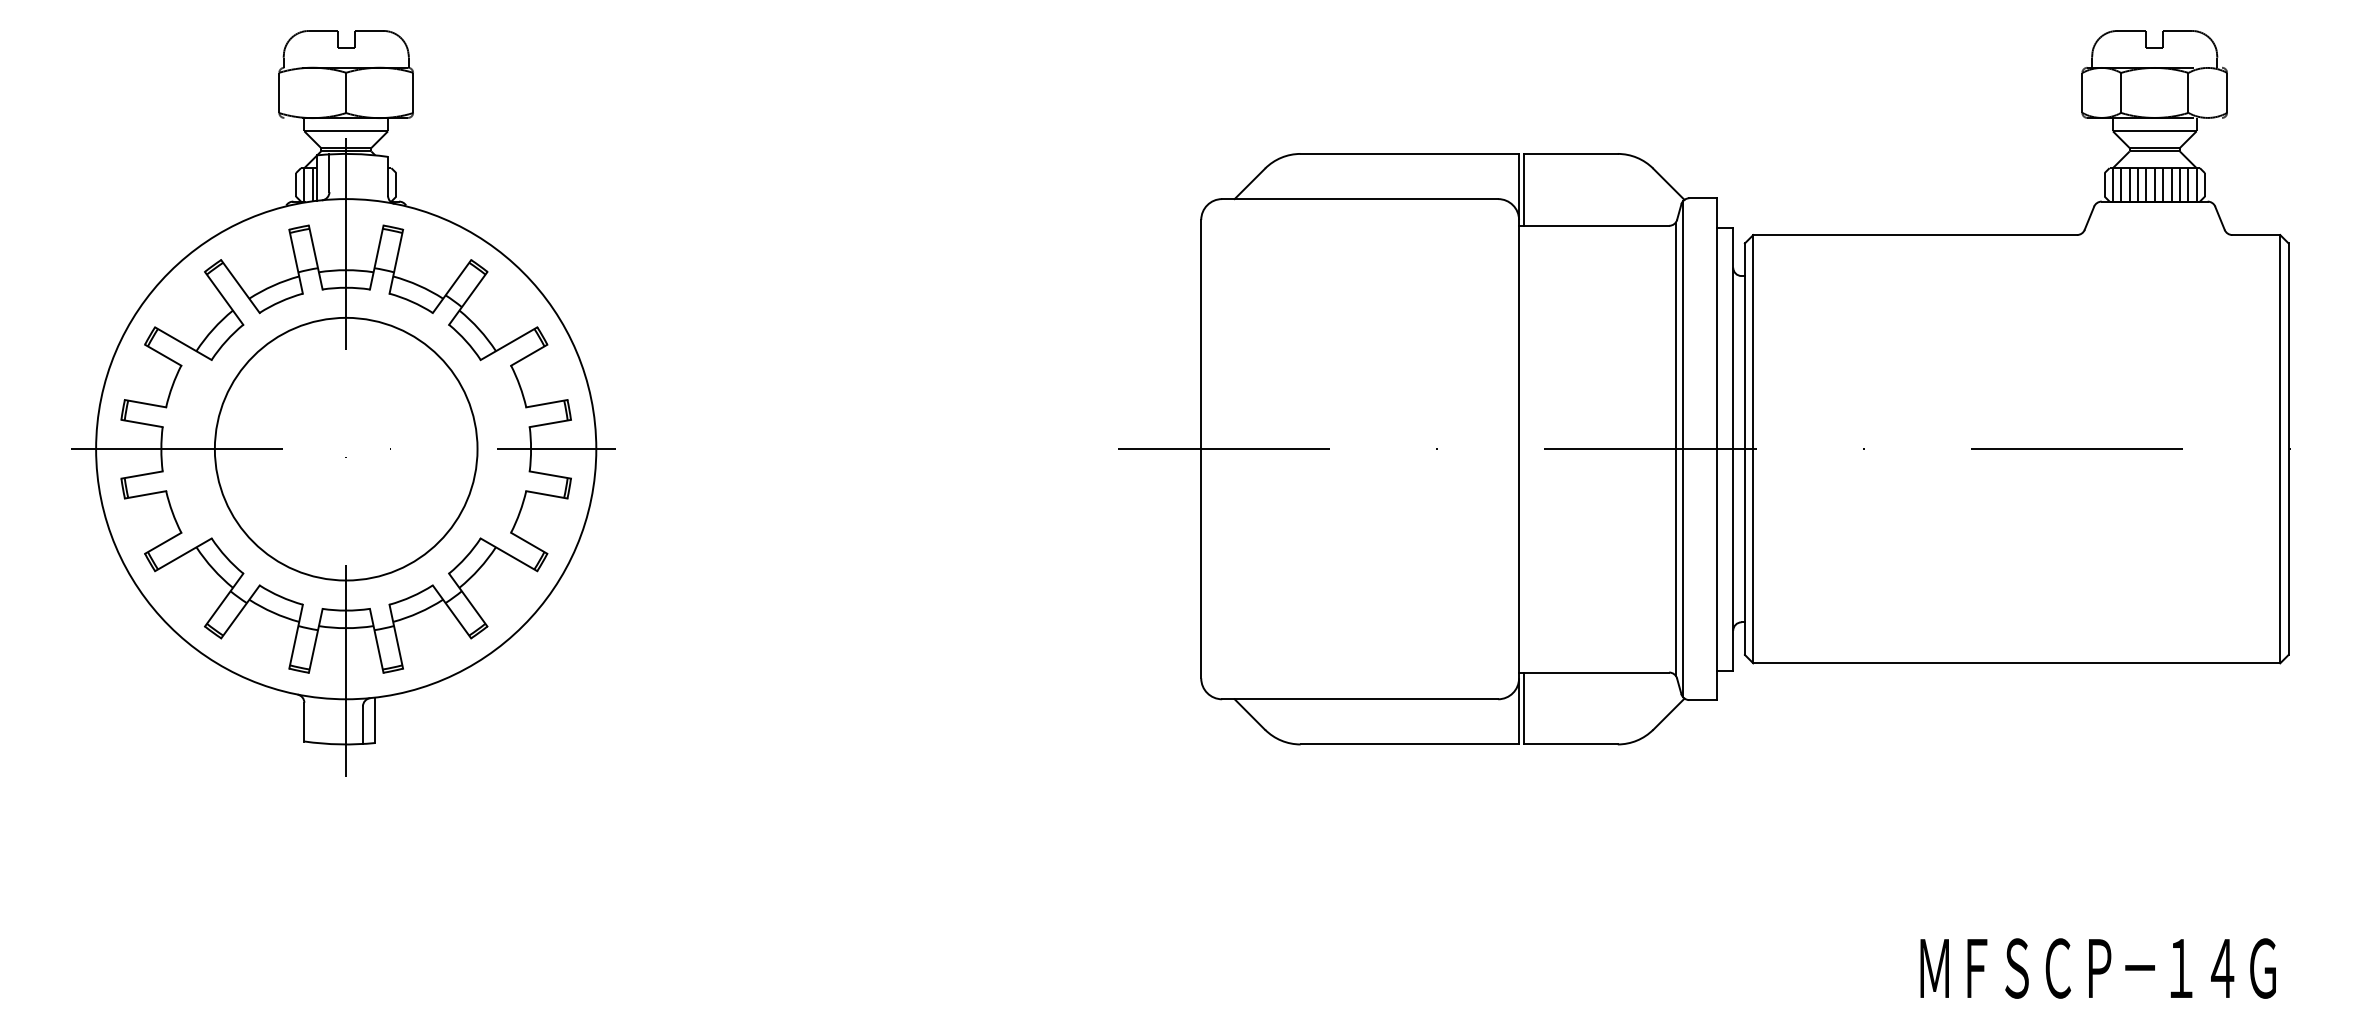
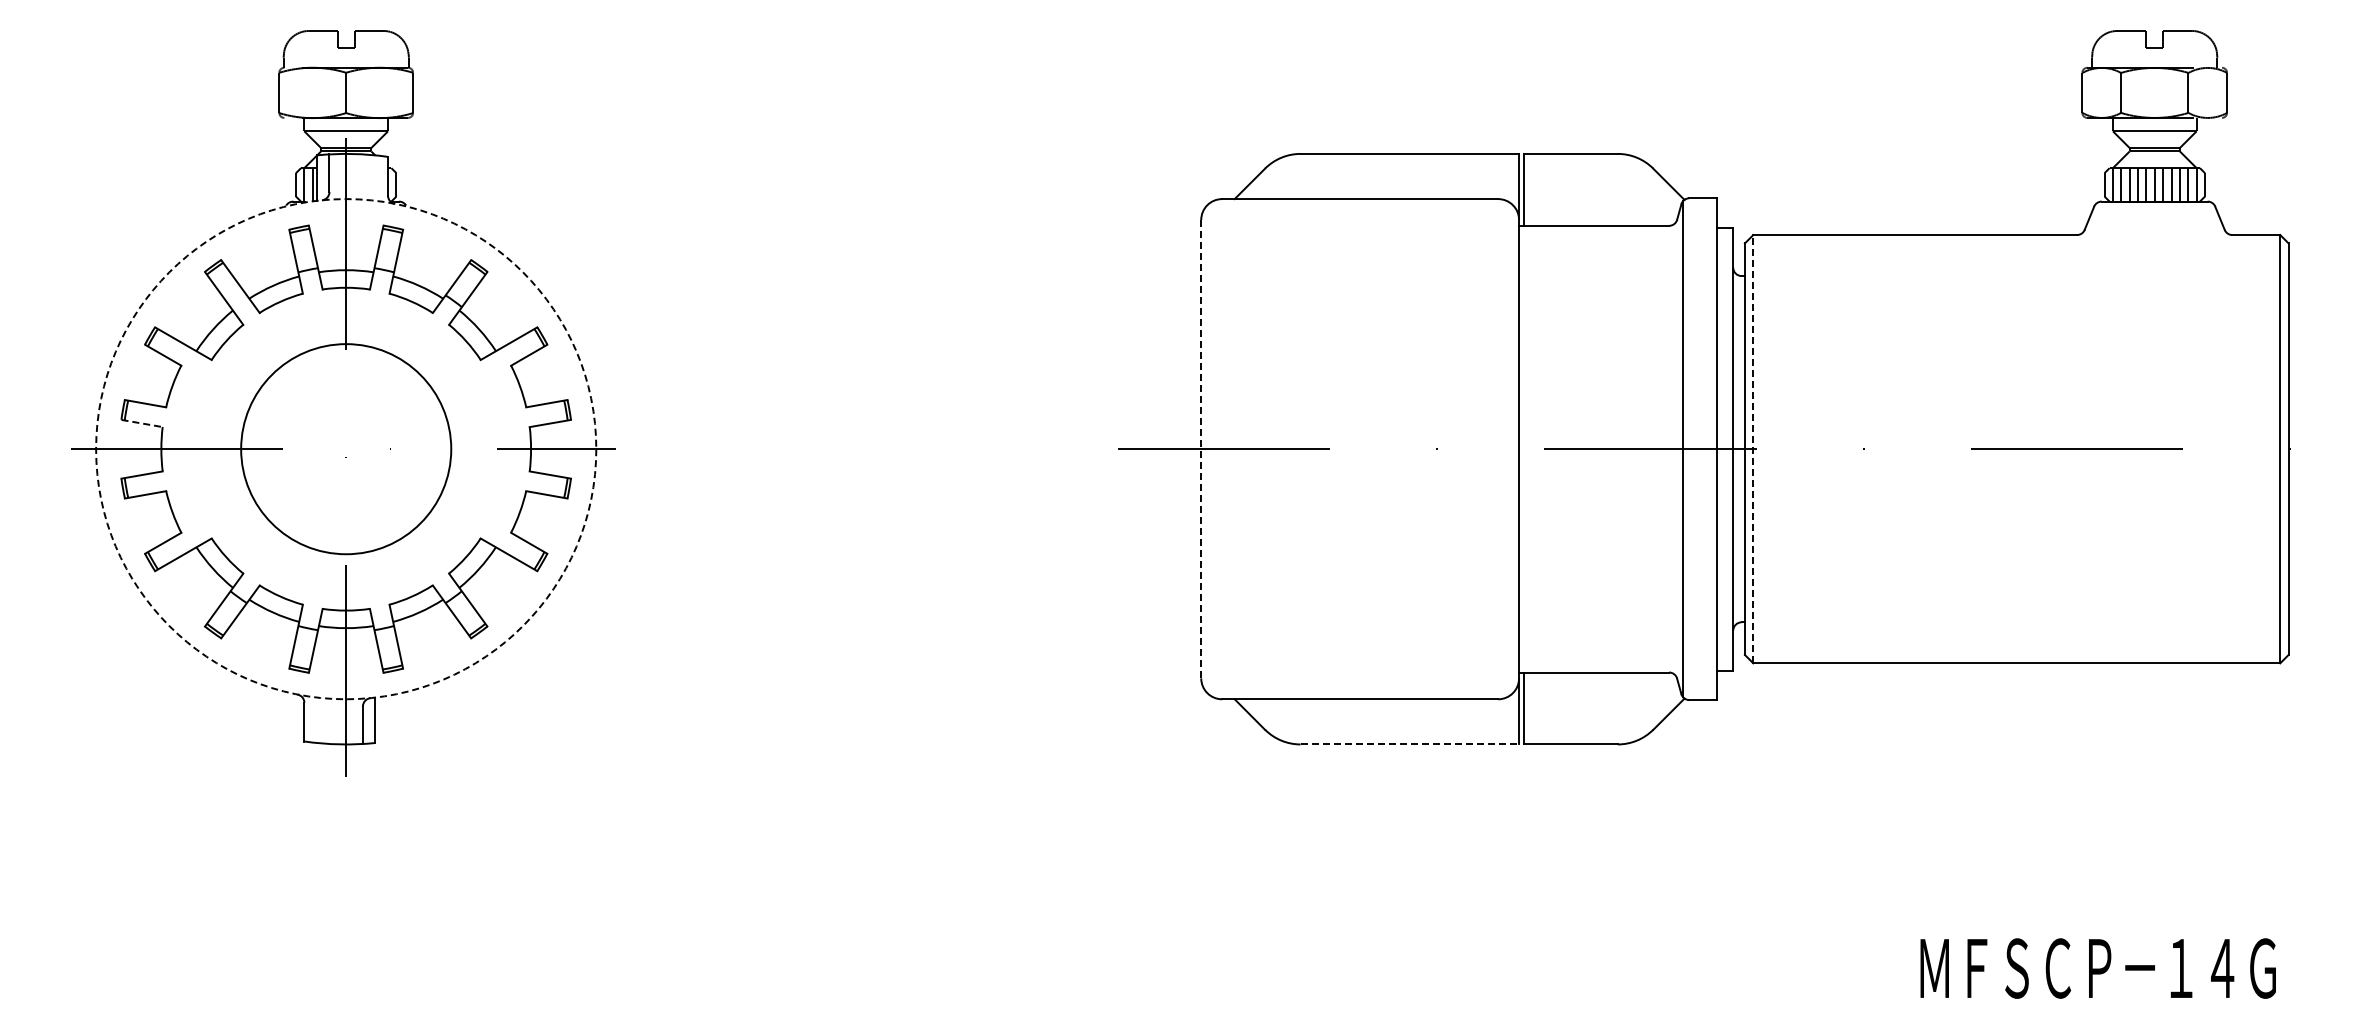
line at (142, 423): solid -> dashed
circle at (345, 448) diameter: 263 px -> 210 px
line at (1753, 448): solid -> dashed
circle at (346, 449): solid -> dashed
line at (1201, 449): solid -> dashed
line at (1675, 449): present -> none
line at (1410, 744): solid -> dashed
